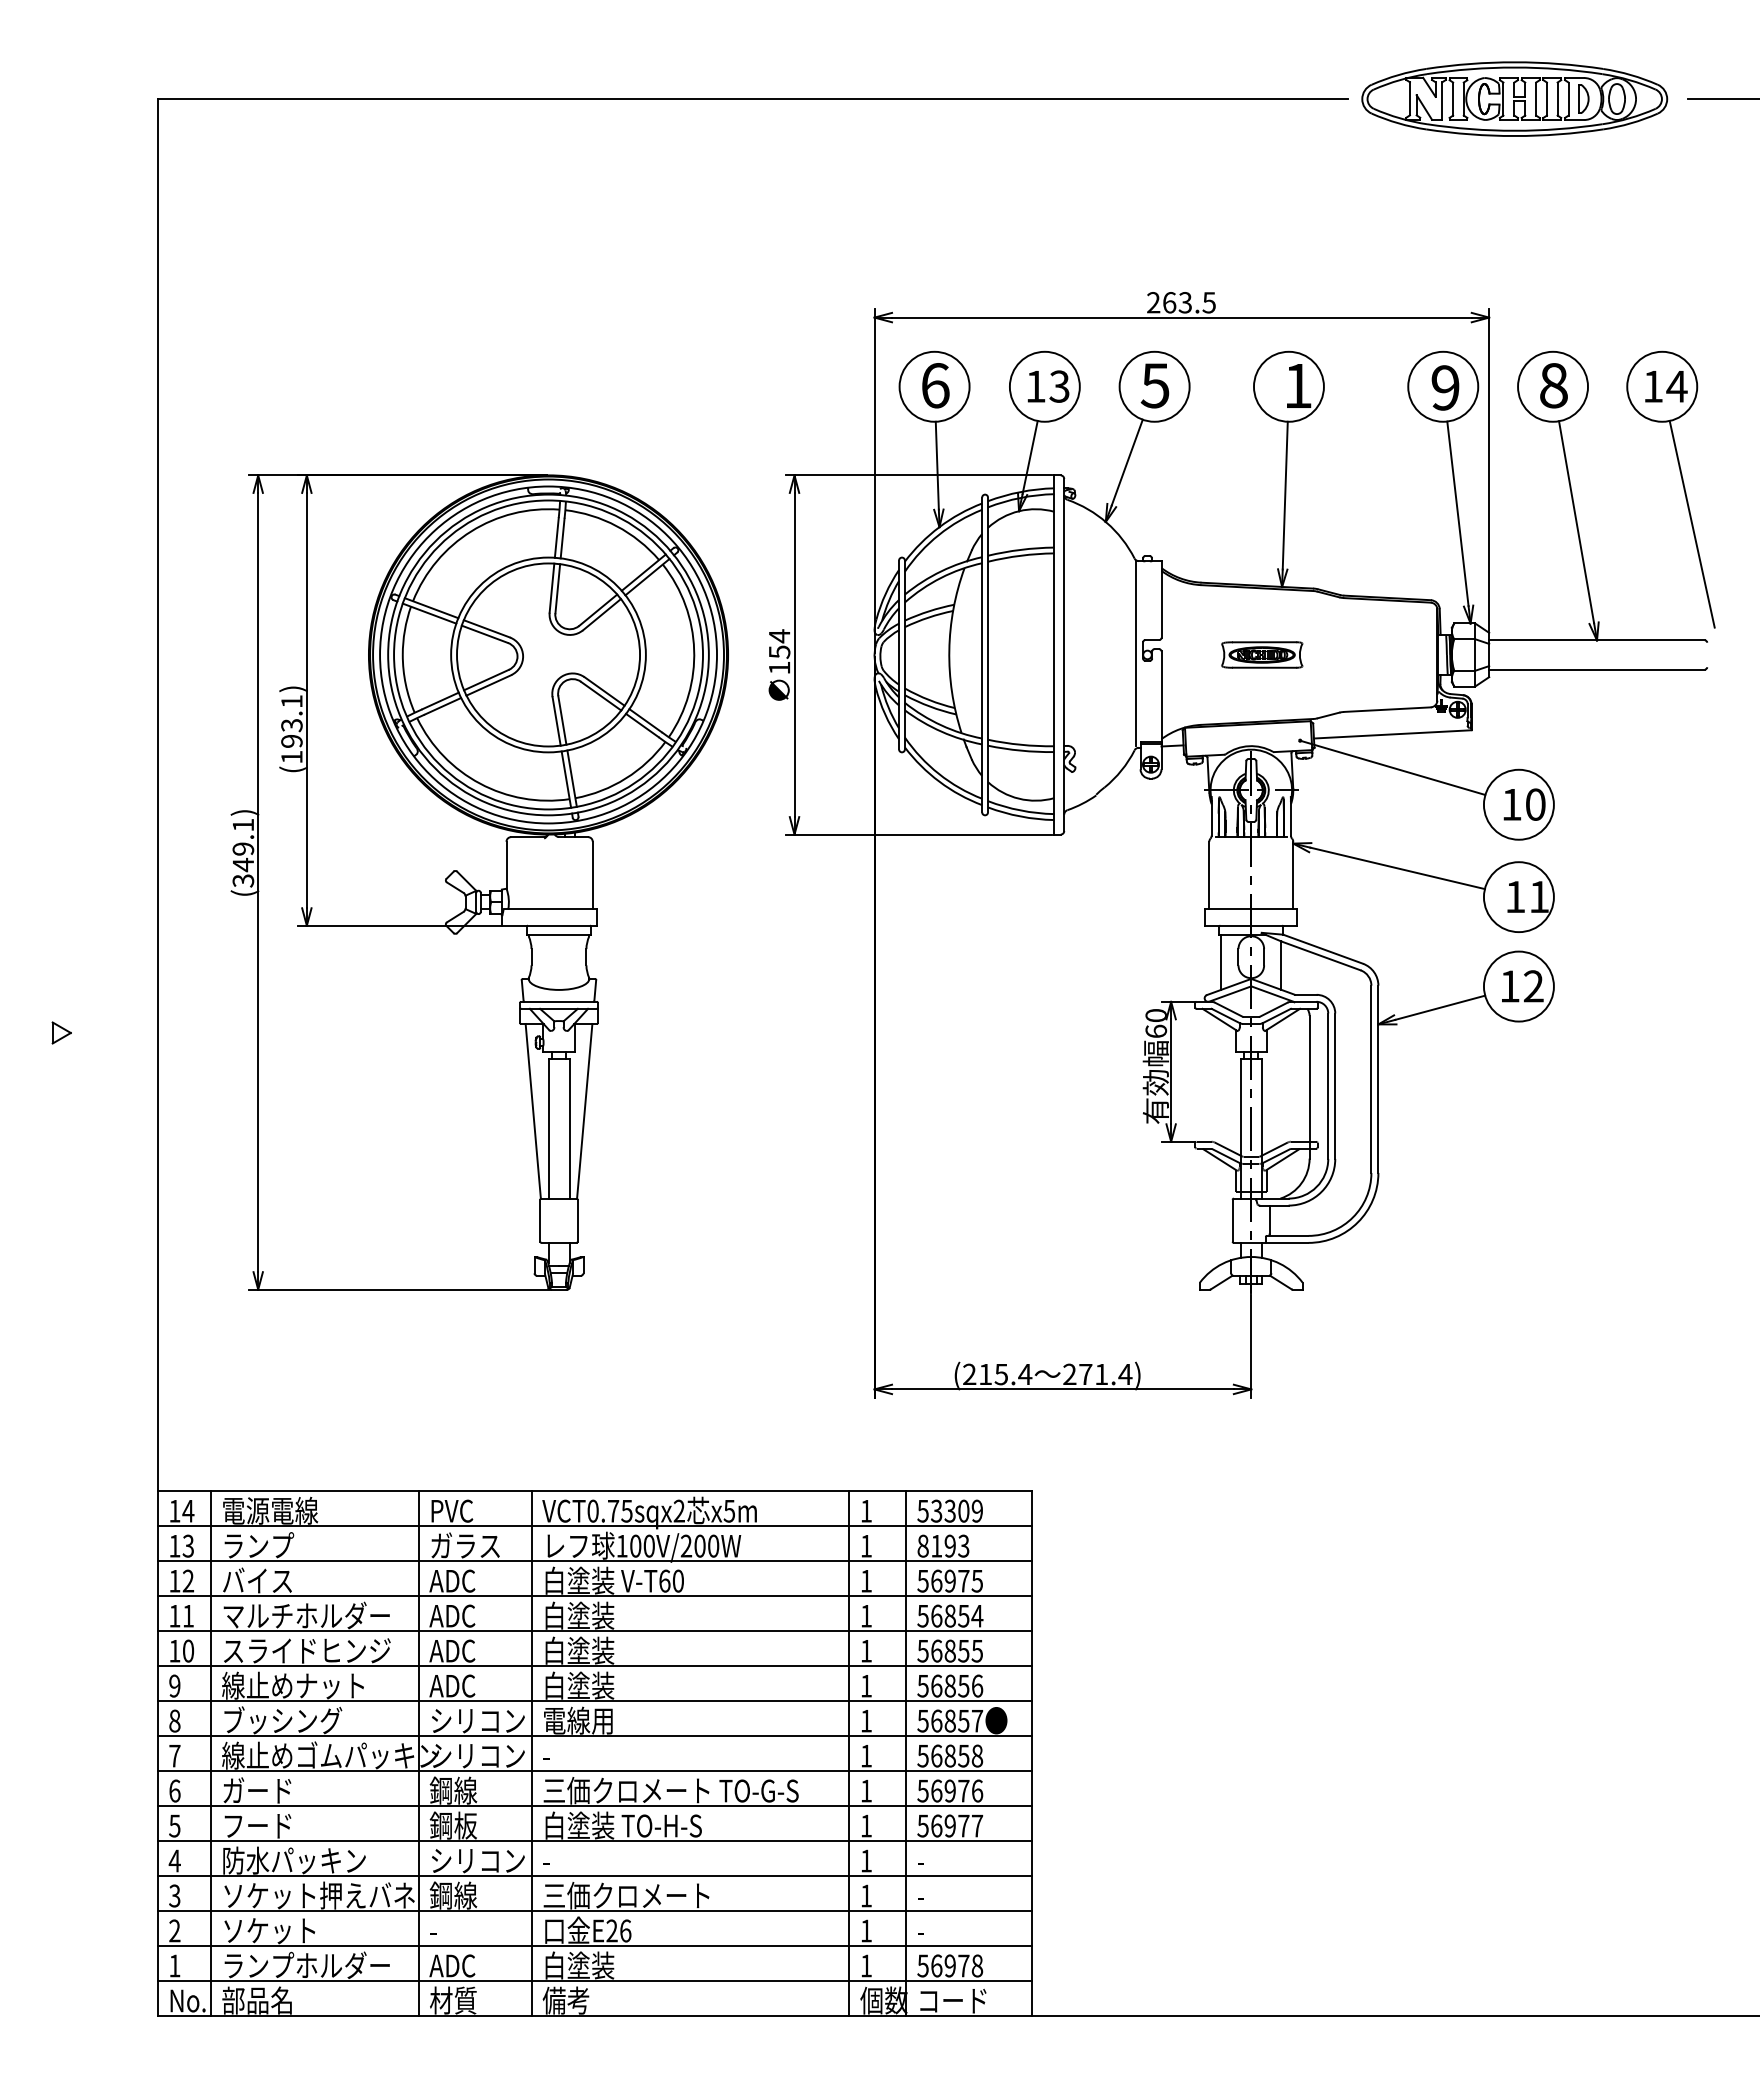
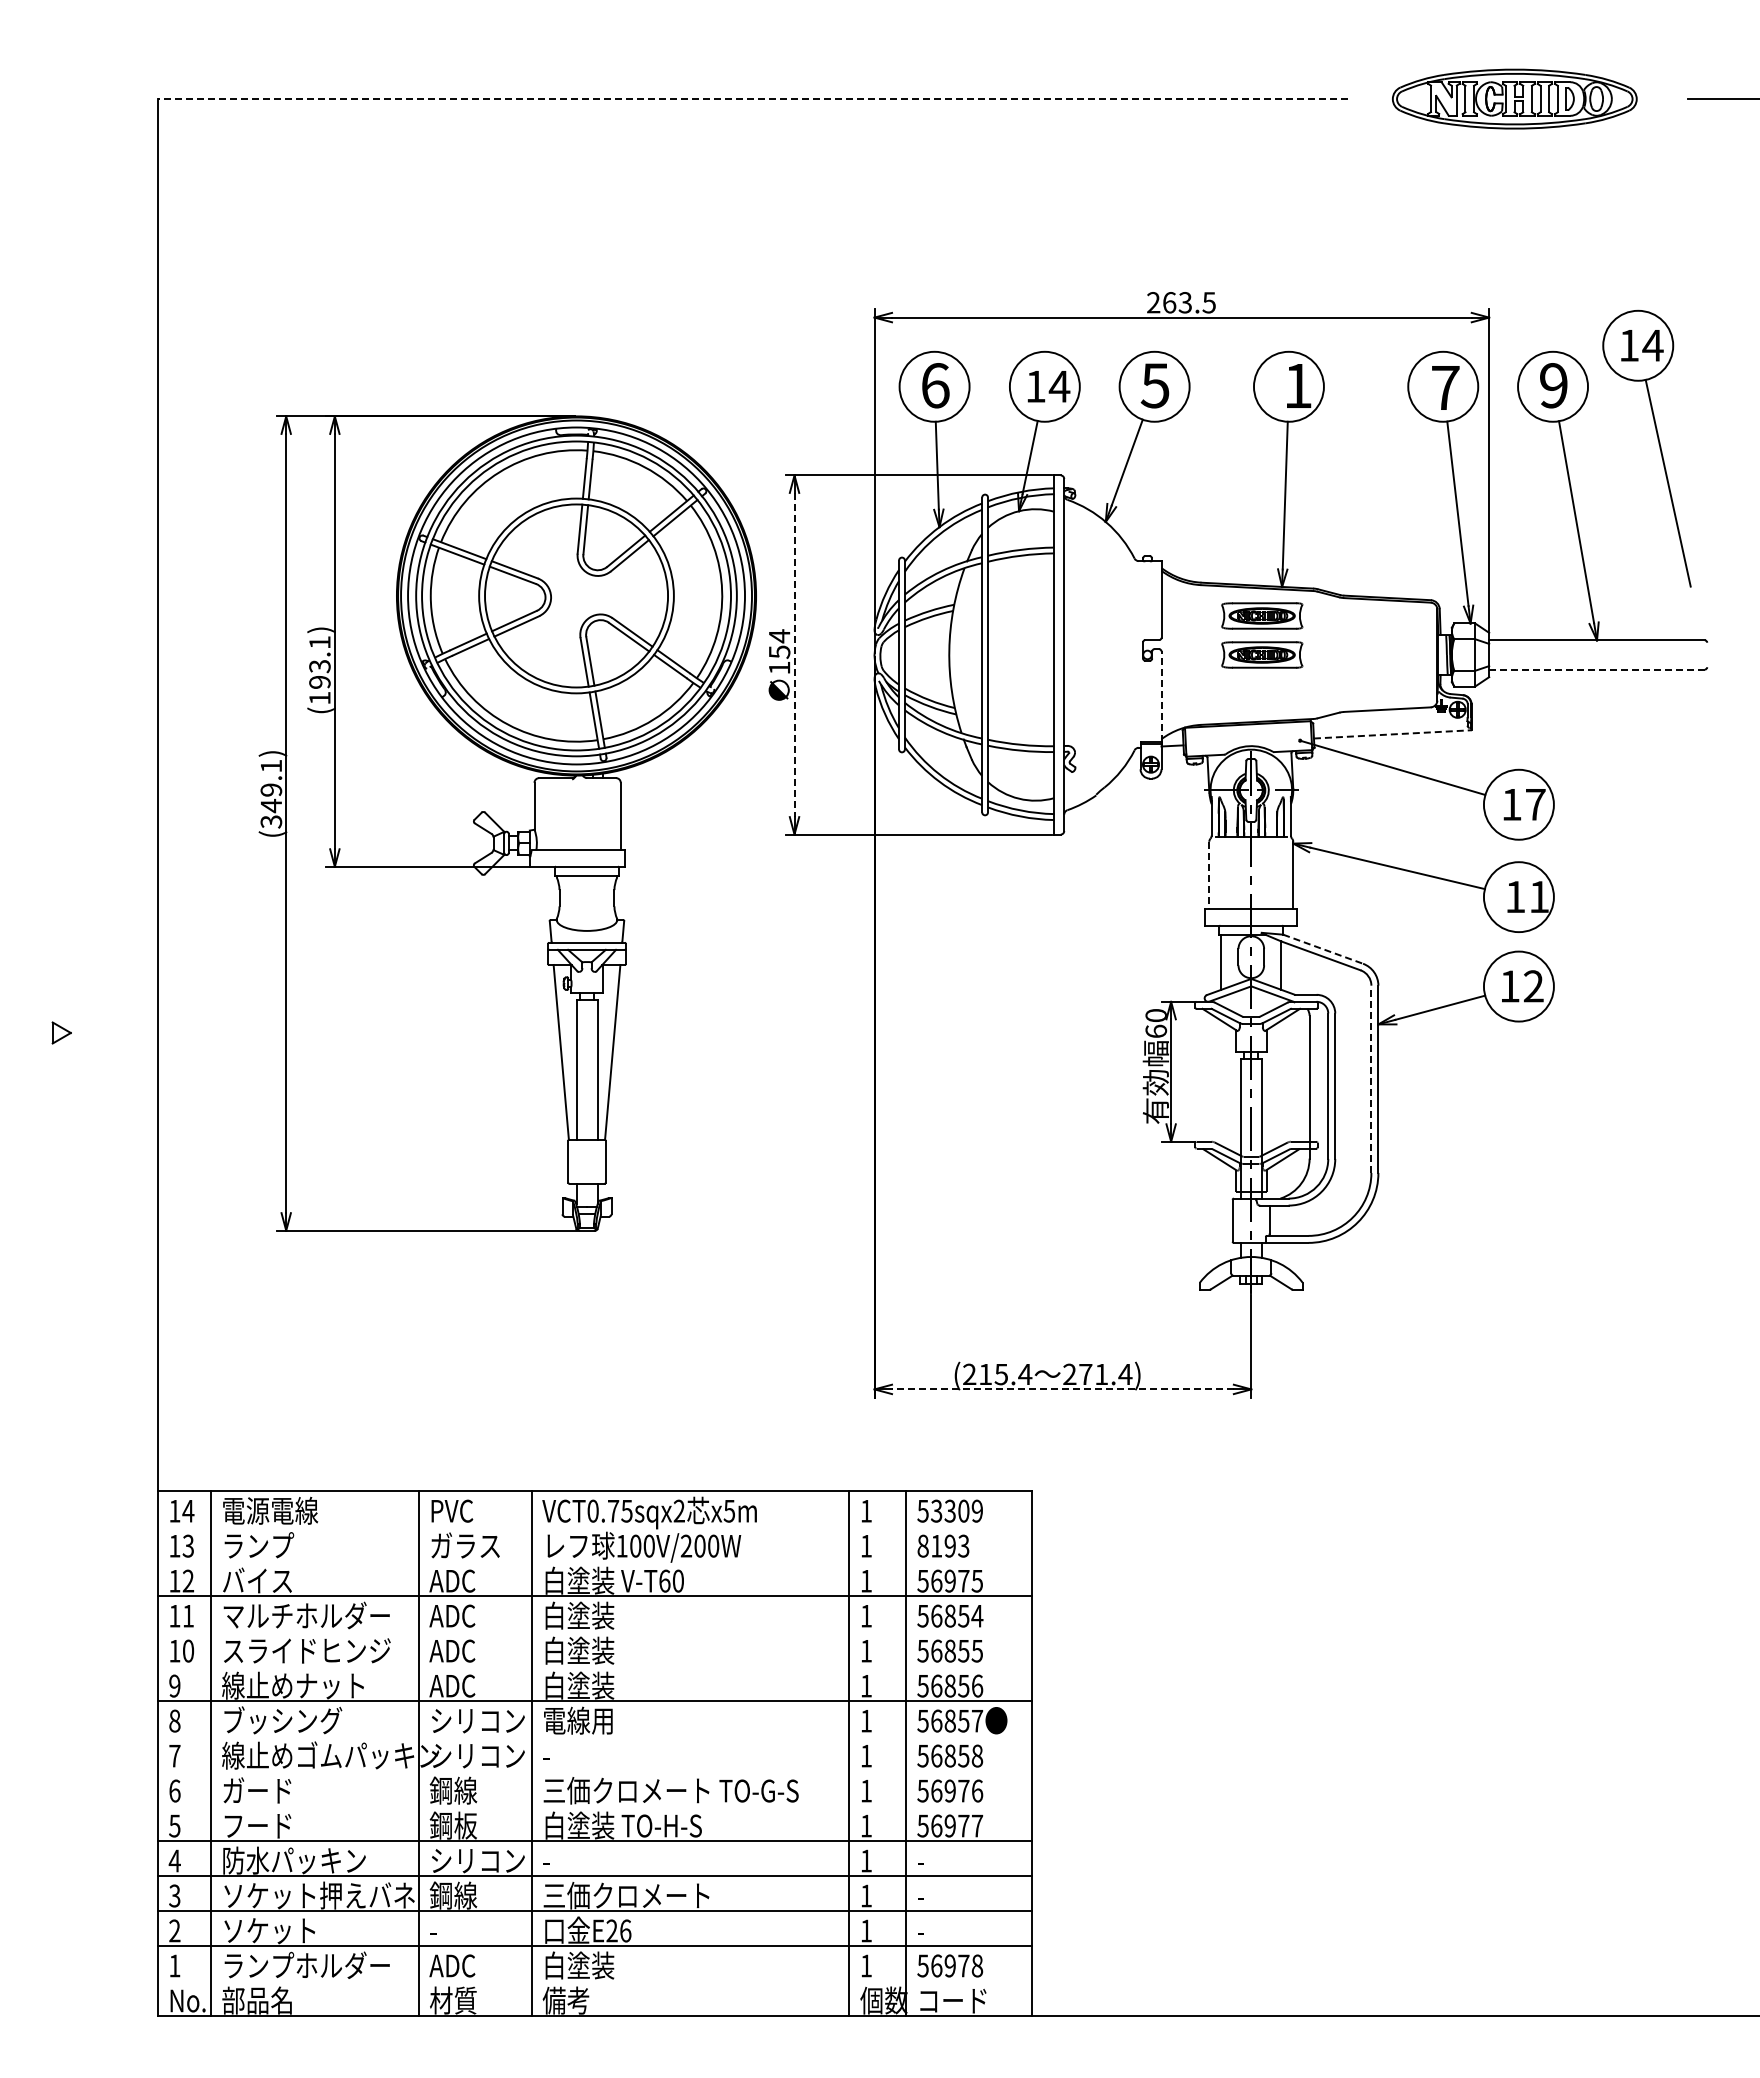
line at (752, 98): solid -> dashed
part at (1514, 98) size: 308x76 px -> 246x62 px
text at (1553, 385): 8 -> 9
text at (1059, 386): 13 -> 14
text at (1445, 387): 9 -> 7
part at (1682, 485) position: (1682, 485) -> (1658, 444)
part at (1262, 615): none -> present
line at (1135, 653): present -> none
line at (794, 655): solid -> dashed
line at (1597, 669): solid -> dashed
line at (1161, 696): solid -> dashed
line at (1392, 734): solid -> dashed
text at (1535, 804): 10 -> 17
line at (1209, 875): solid -> dashed
part at (479, 882) position: (479, 882) -> (507, 823)
line at (1323, 949): solid -> dashed
line at (1371, 1079): solid -> dashed
line at (1062, 1389): solid -> dashed
line at (594, 1525): present -> none
line at (594, 1560): present -> none
line at (594, 1630): present -> none
line at (594, 1665): present -> none
line at (594, 1735): present -> none
line at (594, 1770): present -> none
line at (594, 1805): present -> none
line at (594, 1980): present -> none
